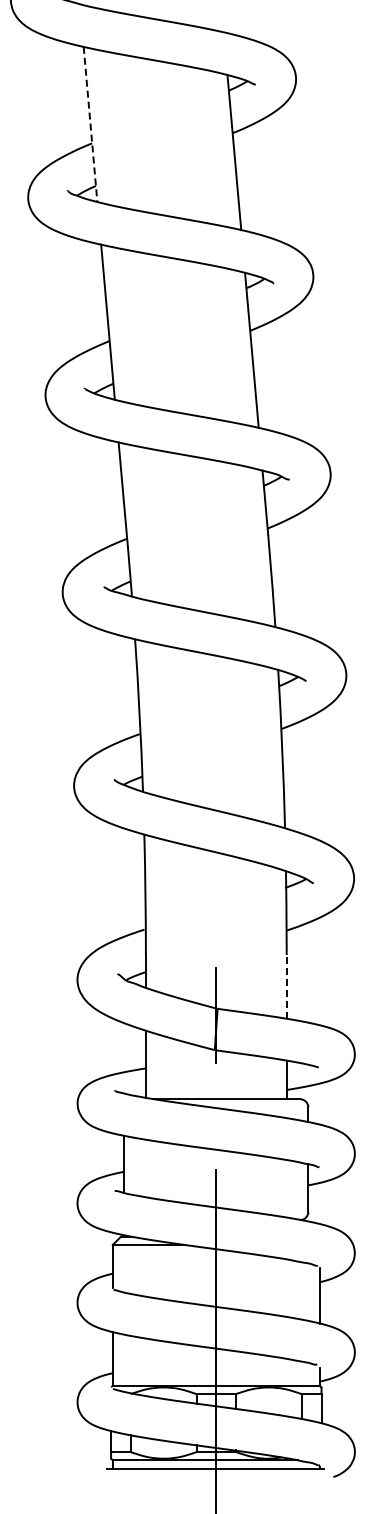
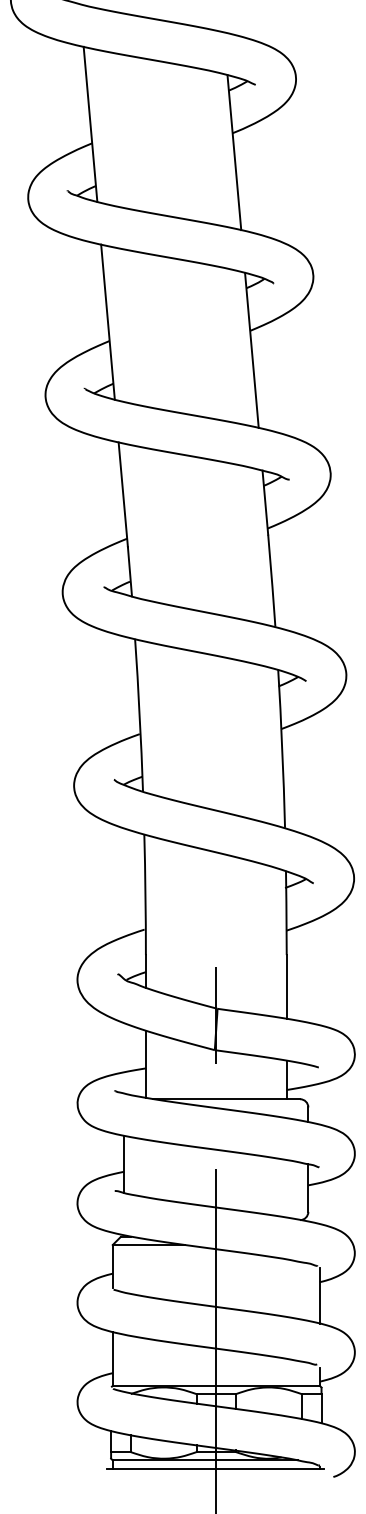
line at (90, 124): dashed -> solid
line at (286, 986): dashed -> solid
